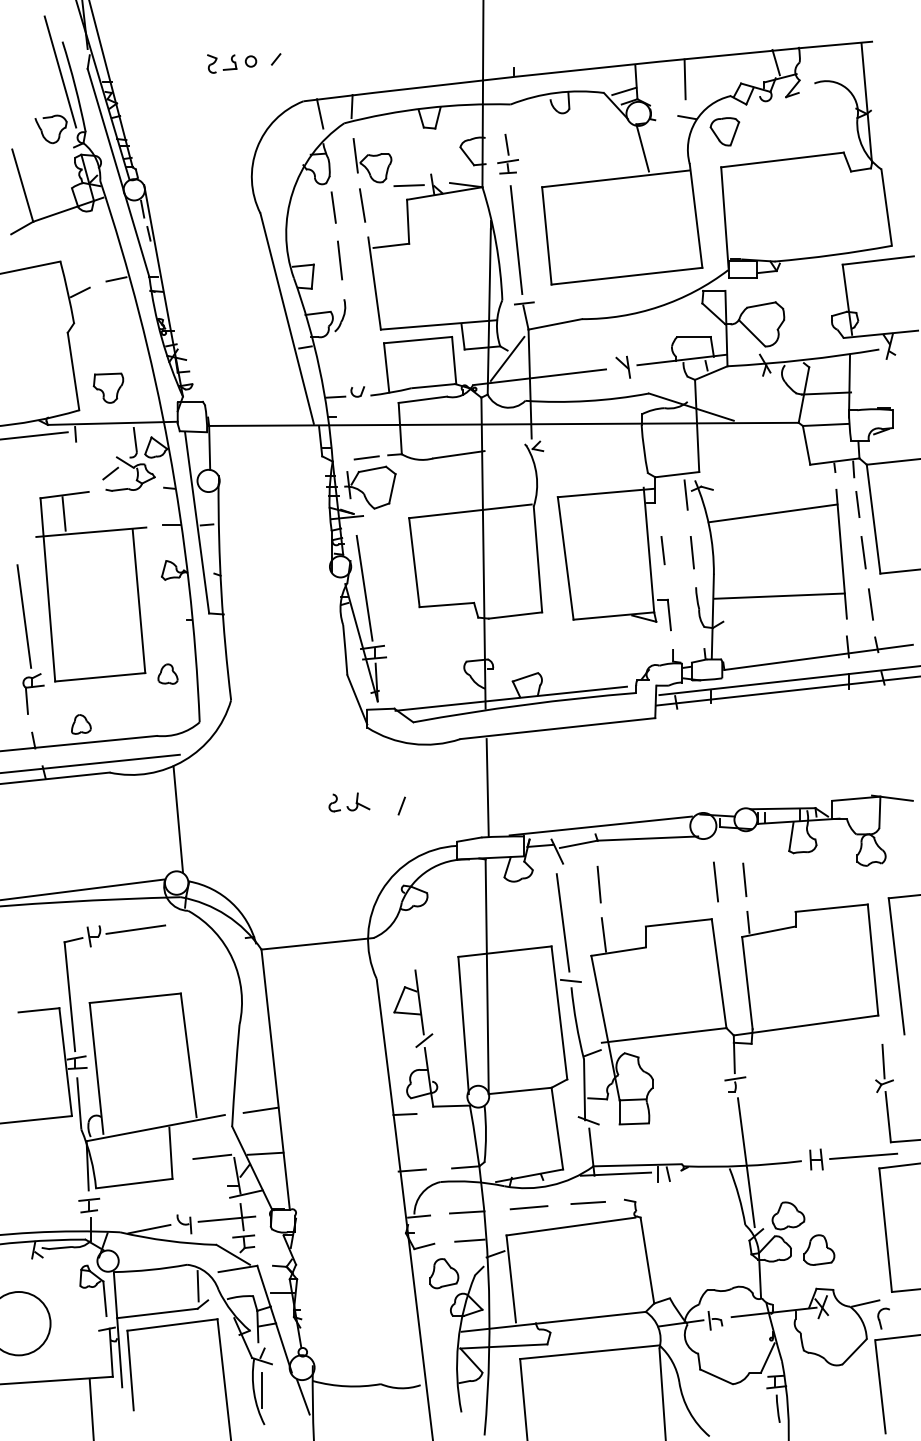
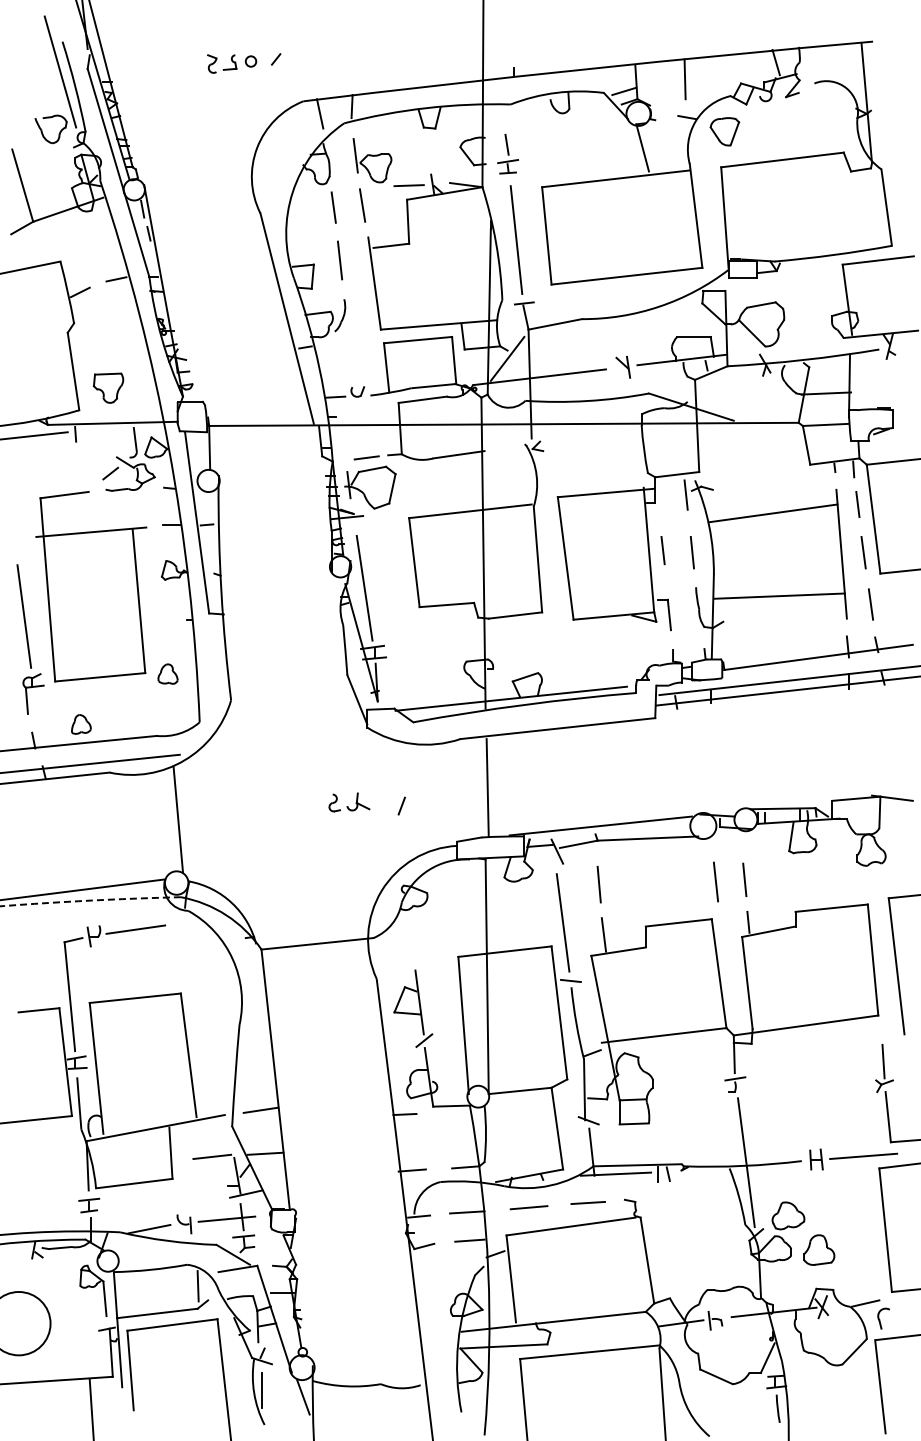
line at (63, 513): present -> none
arc at (90, 900): solid -> dashed
part at (444, 1273): present -> none
